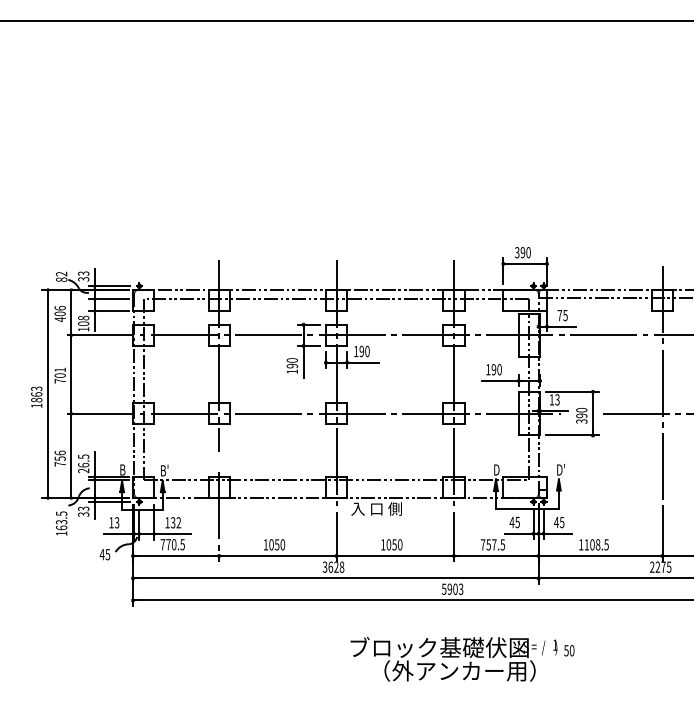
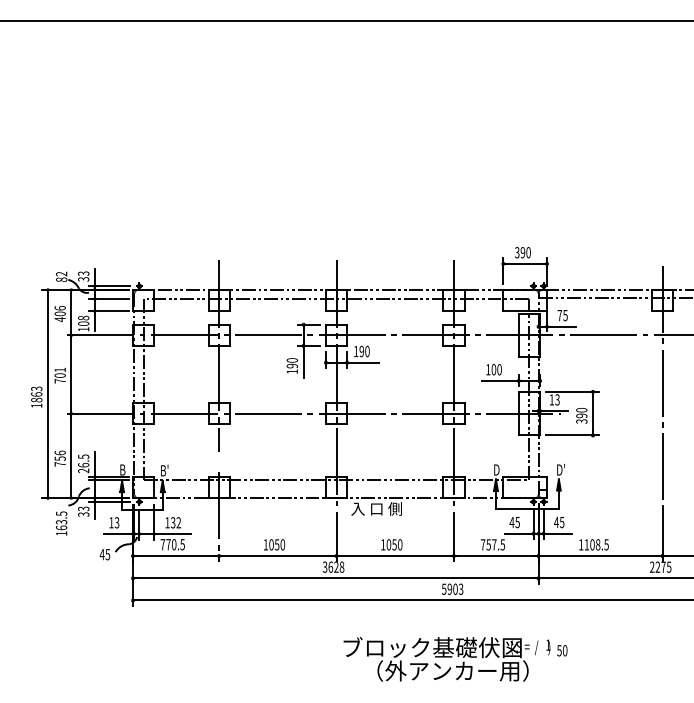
text at (493, 369): 190 -> 100
line at (646, 413): present -> none
text at (462, 659) position: (462, 659) -> (455, 659)
